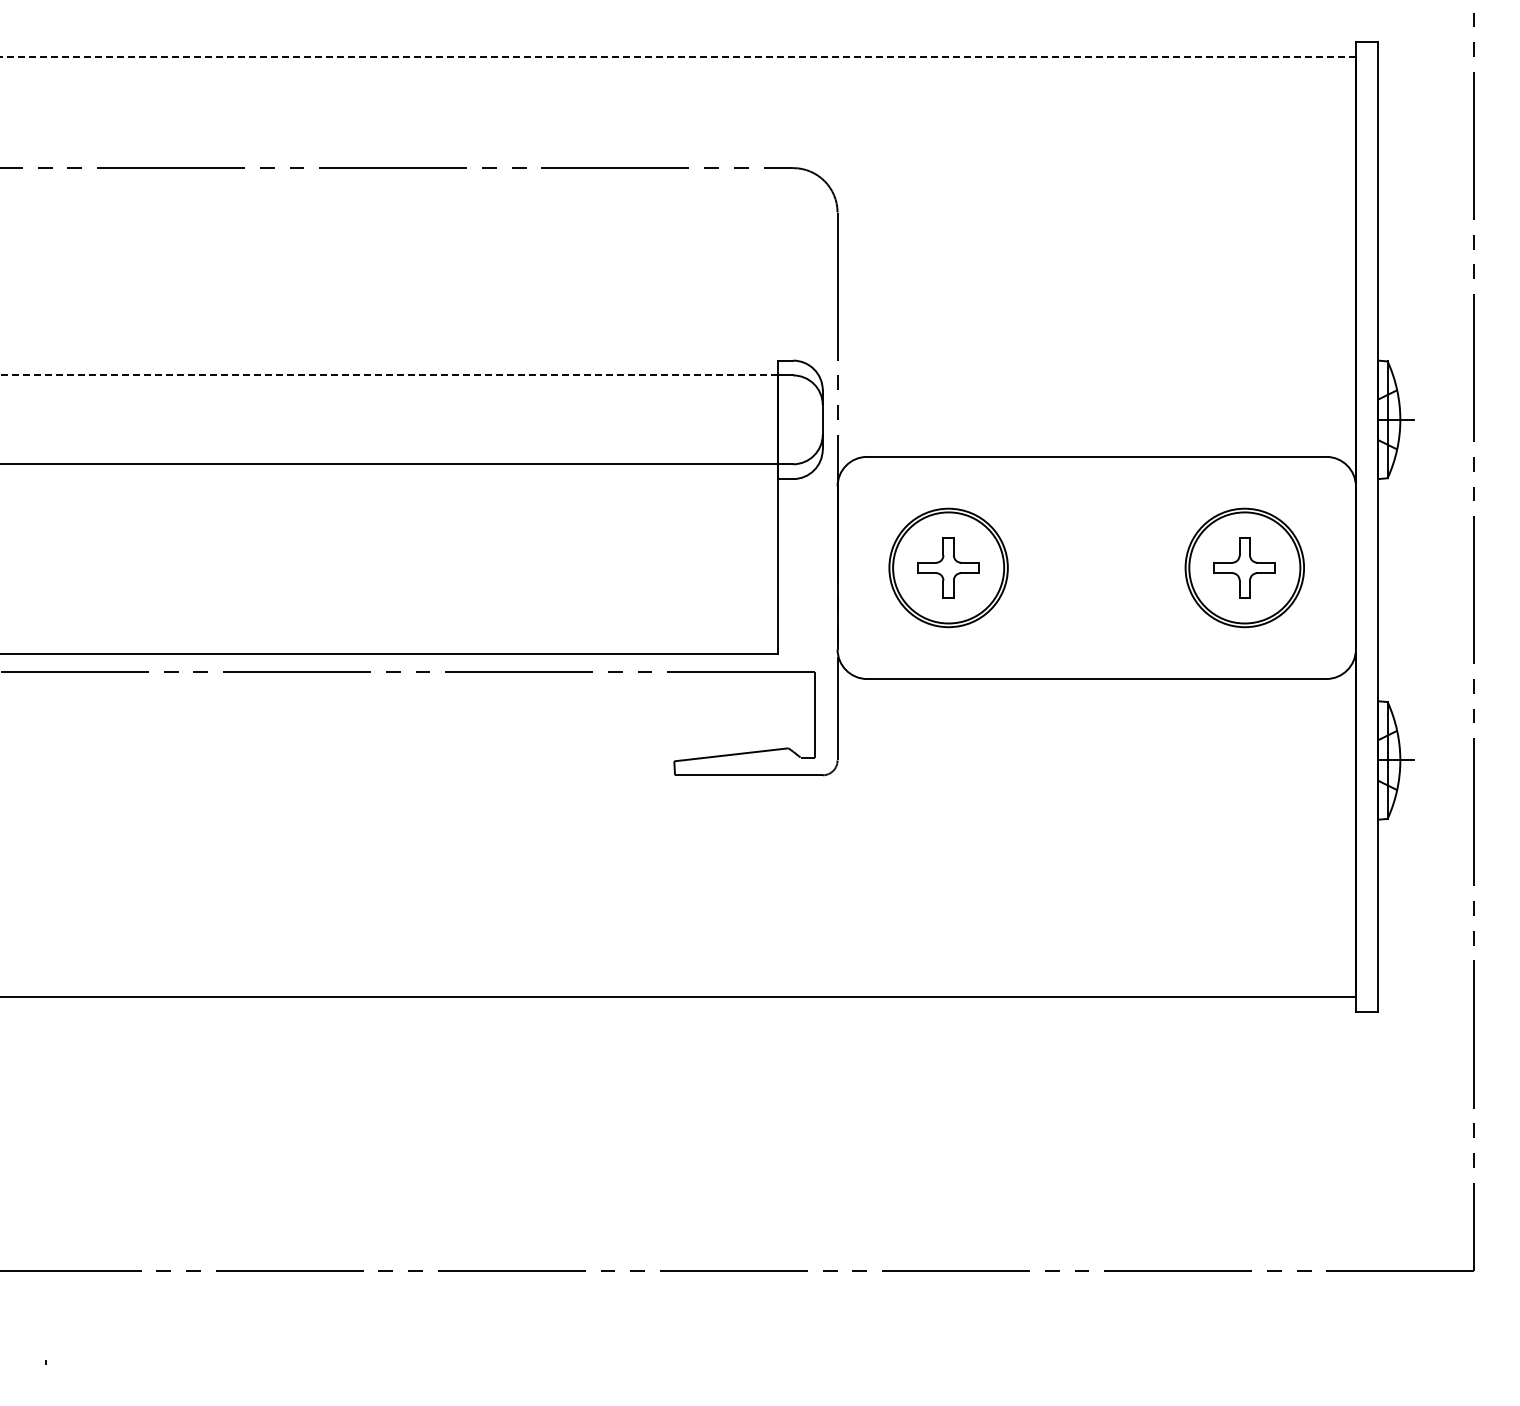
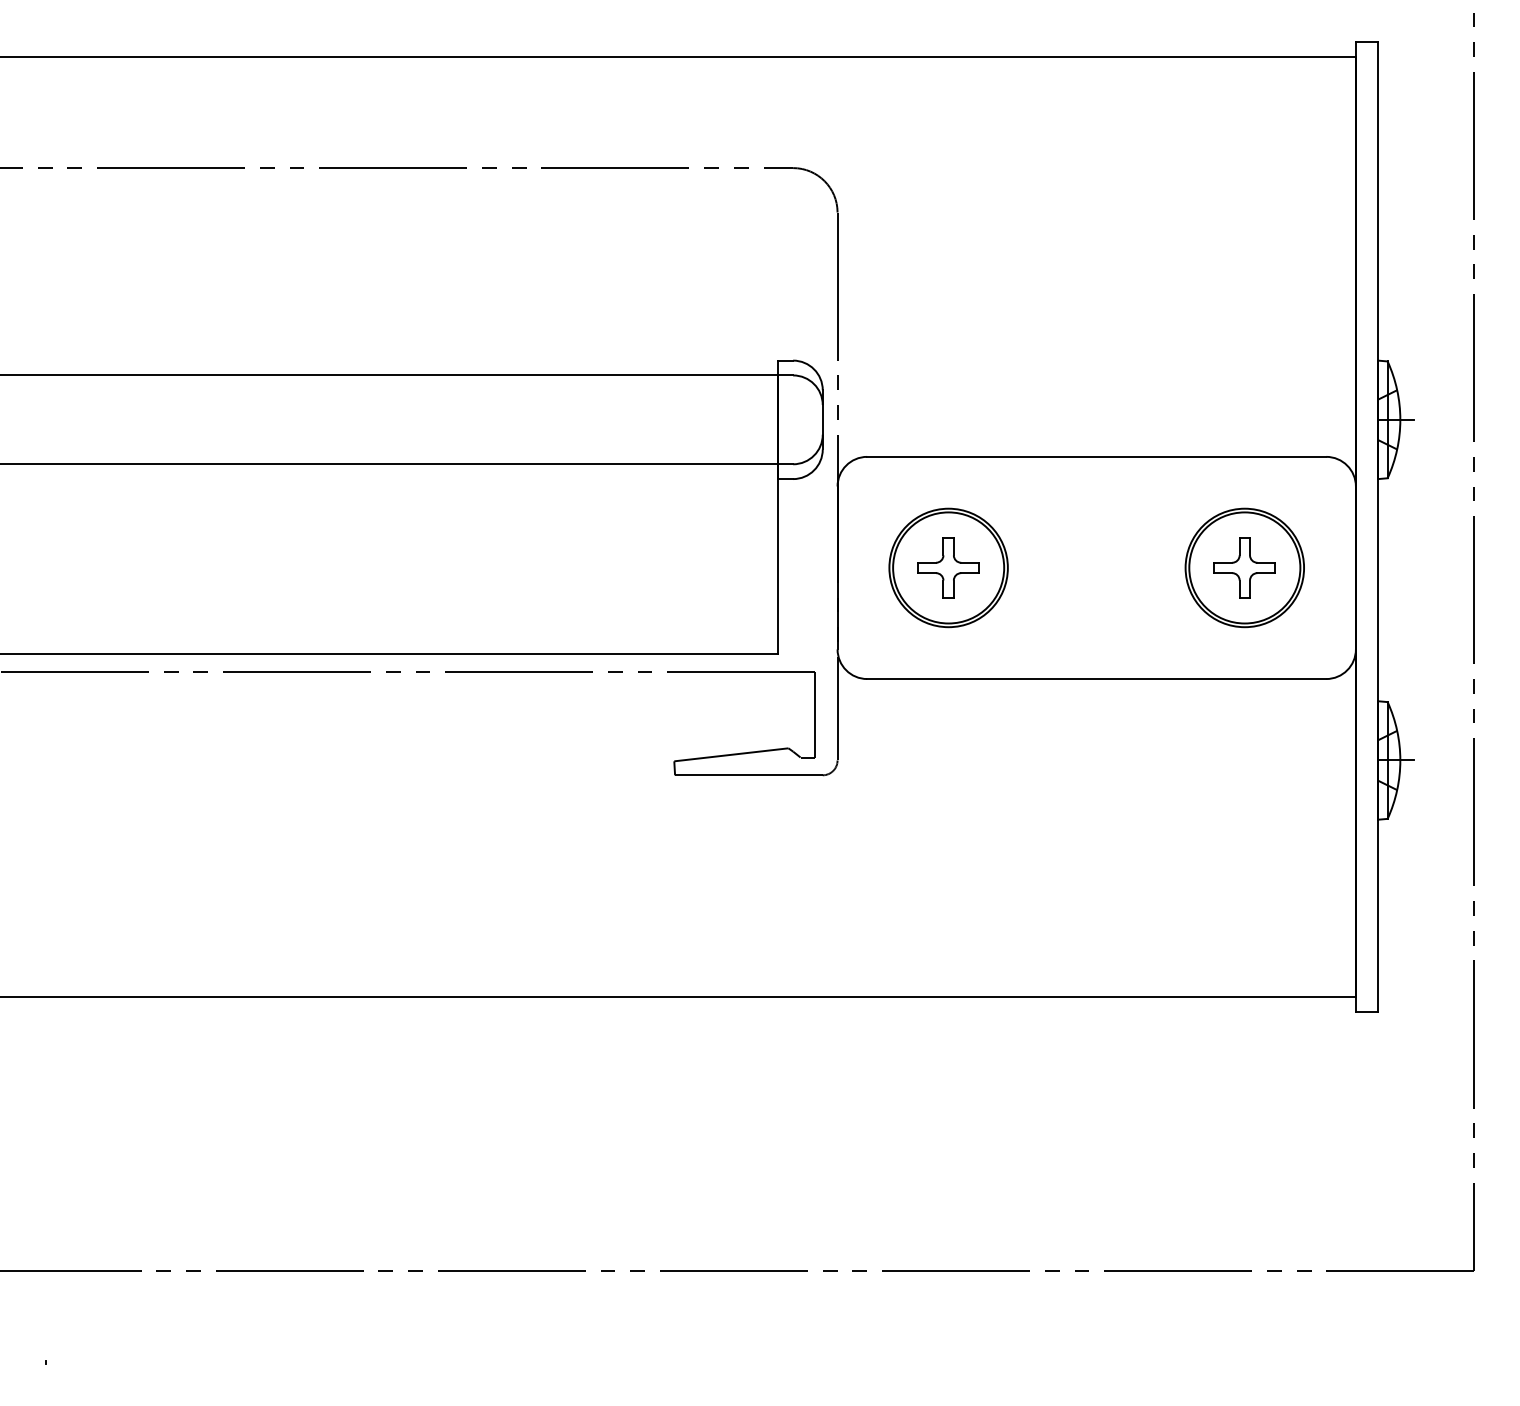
line at (678, 57): dashed -> solid
line at (389, 375): dashed -> solid
